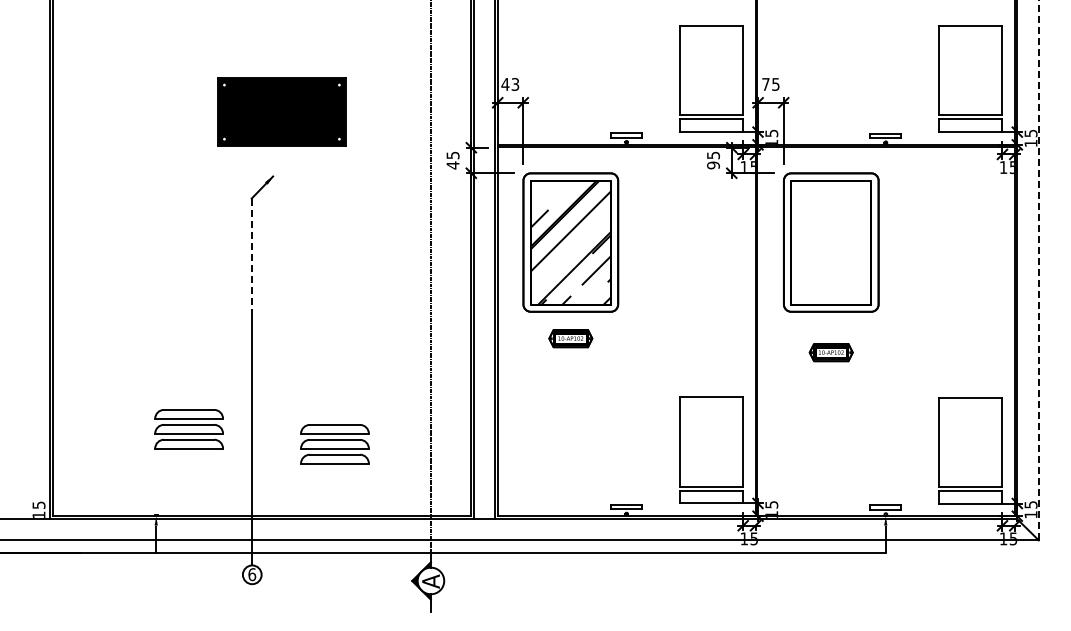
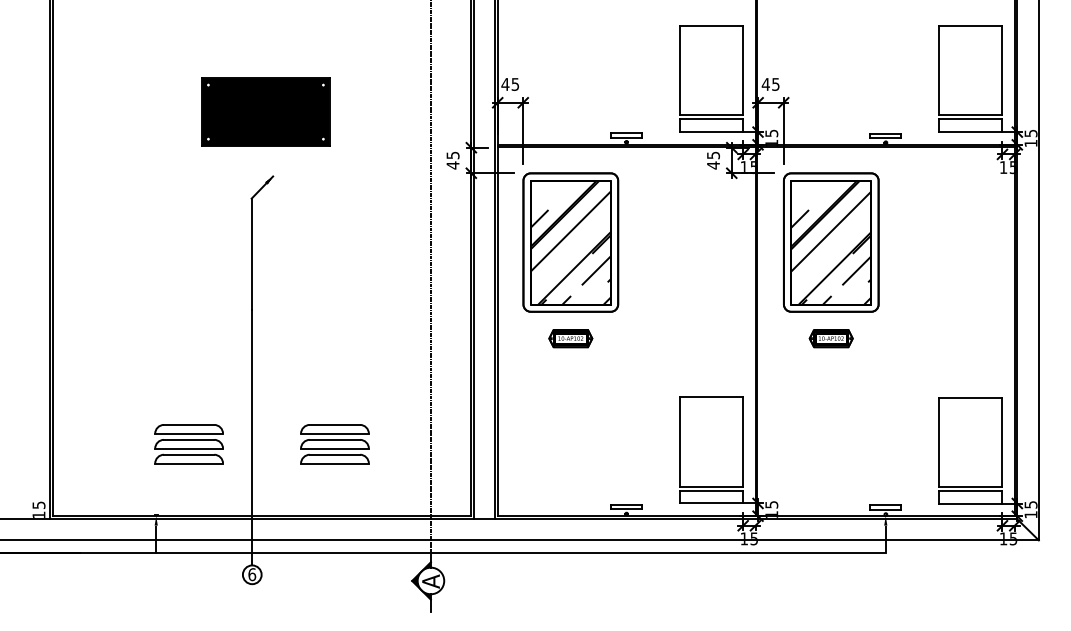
text at (515, 84): 43 -> 45
text at (765, 84): 75 -> 45
part at (281, 111) position: (281, 111) -> (265, 111)
text at (713, 165): 95 -> 45
hatch at (831, 242): none -> present
line at (251, 254): dashed -> solid
line at (1038, 270): dashed -> solid
part at (830, 352) position: (830, 352) -> (830, 338)
part at (188, 429) position: (188, 429) -> (188, 444)
